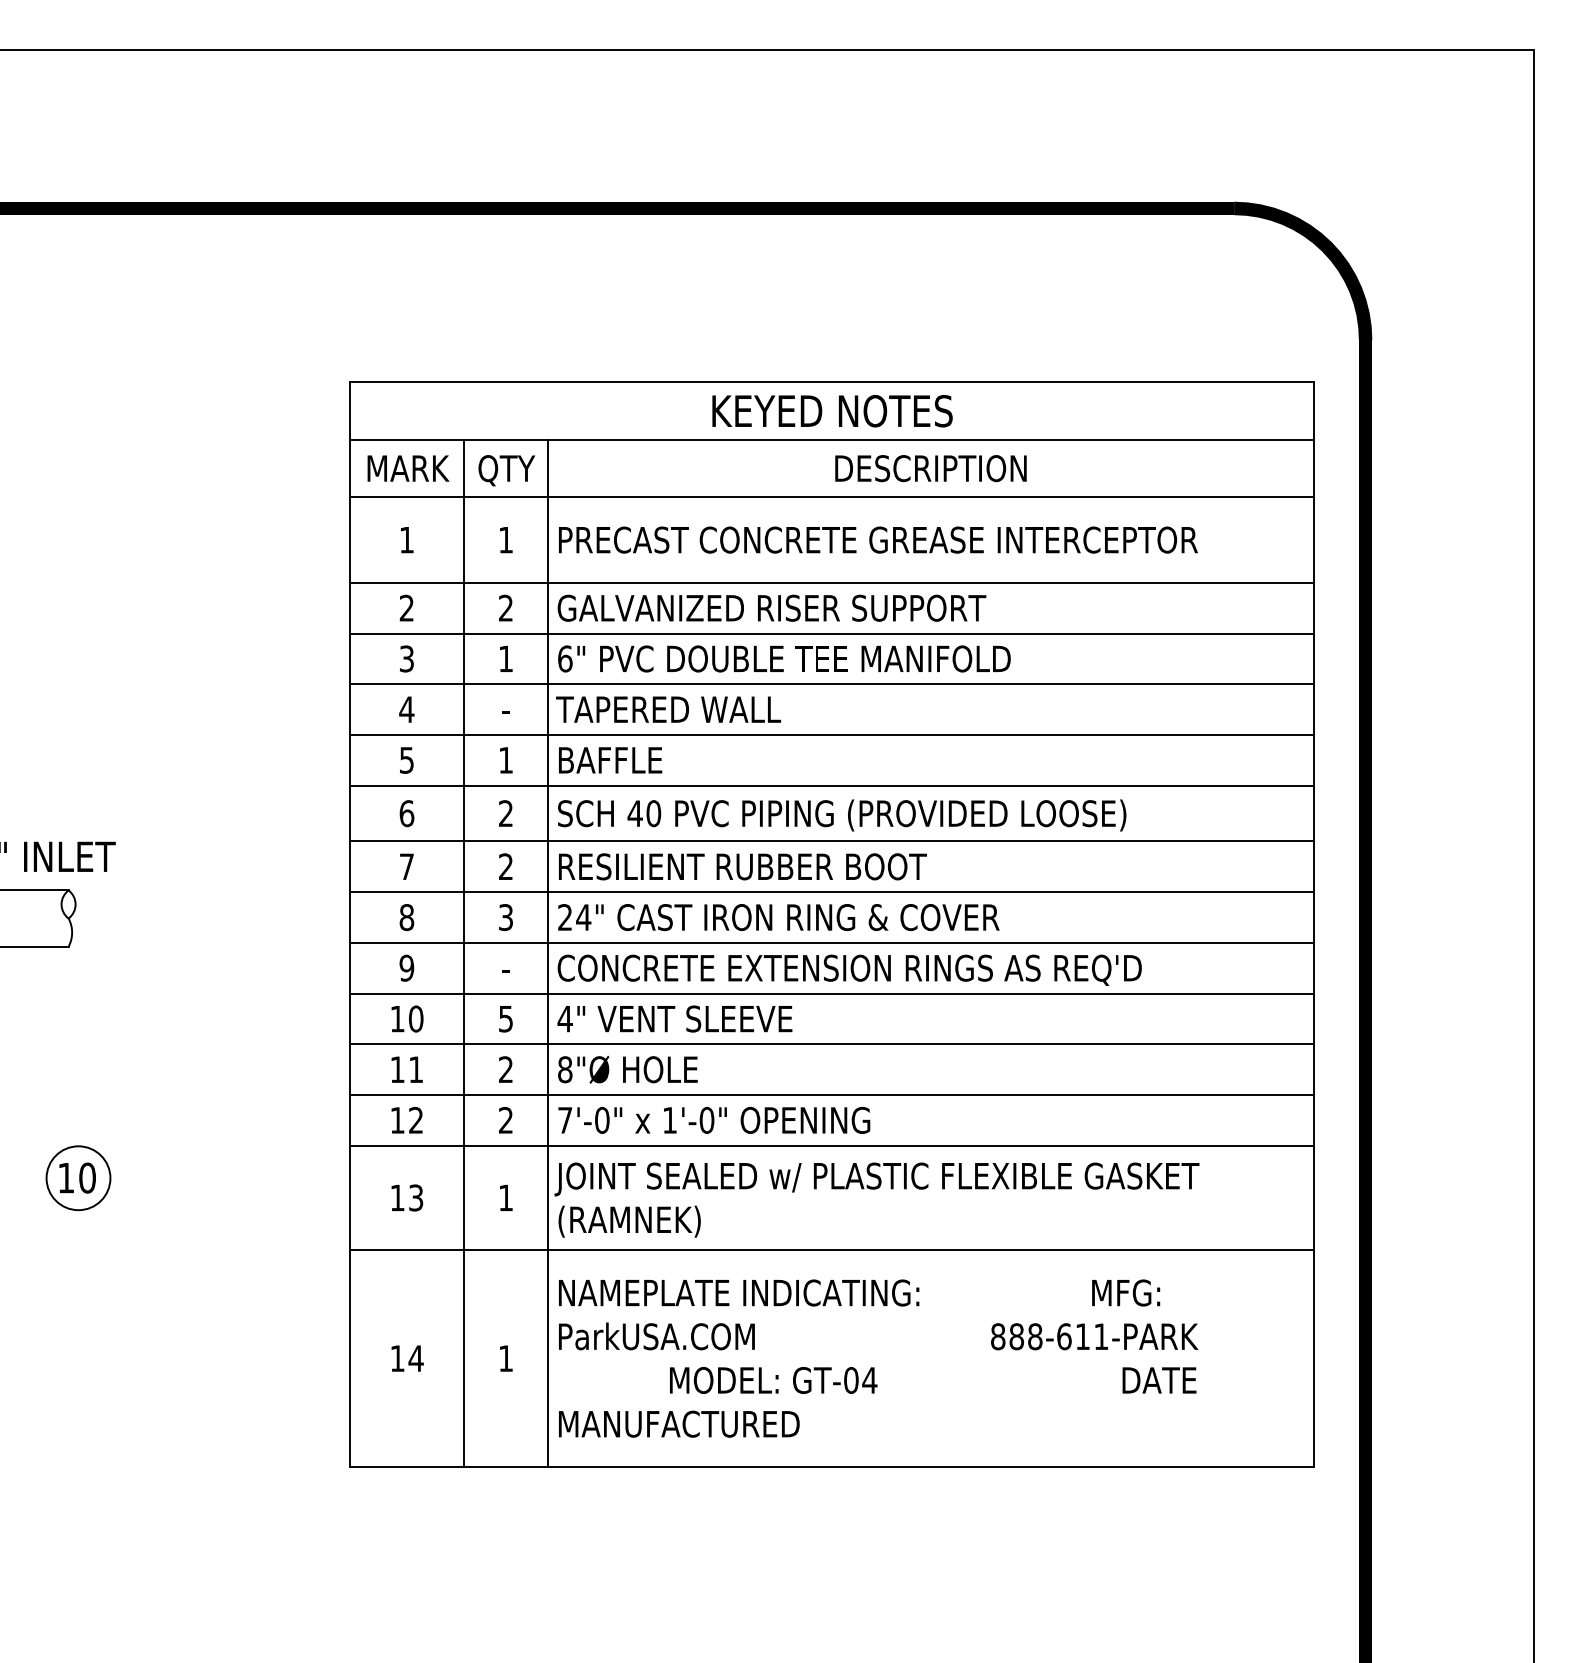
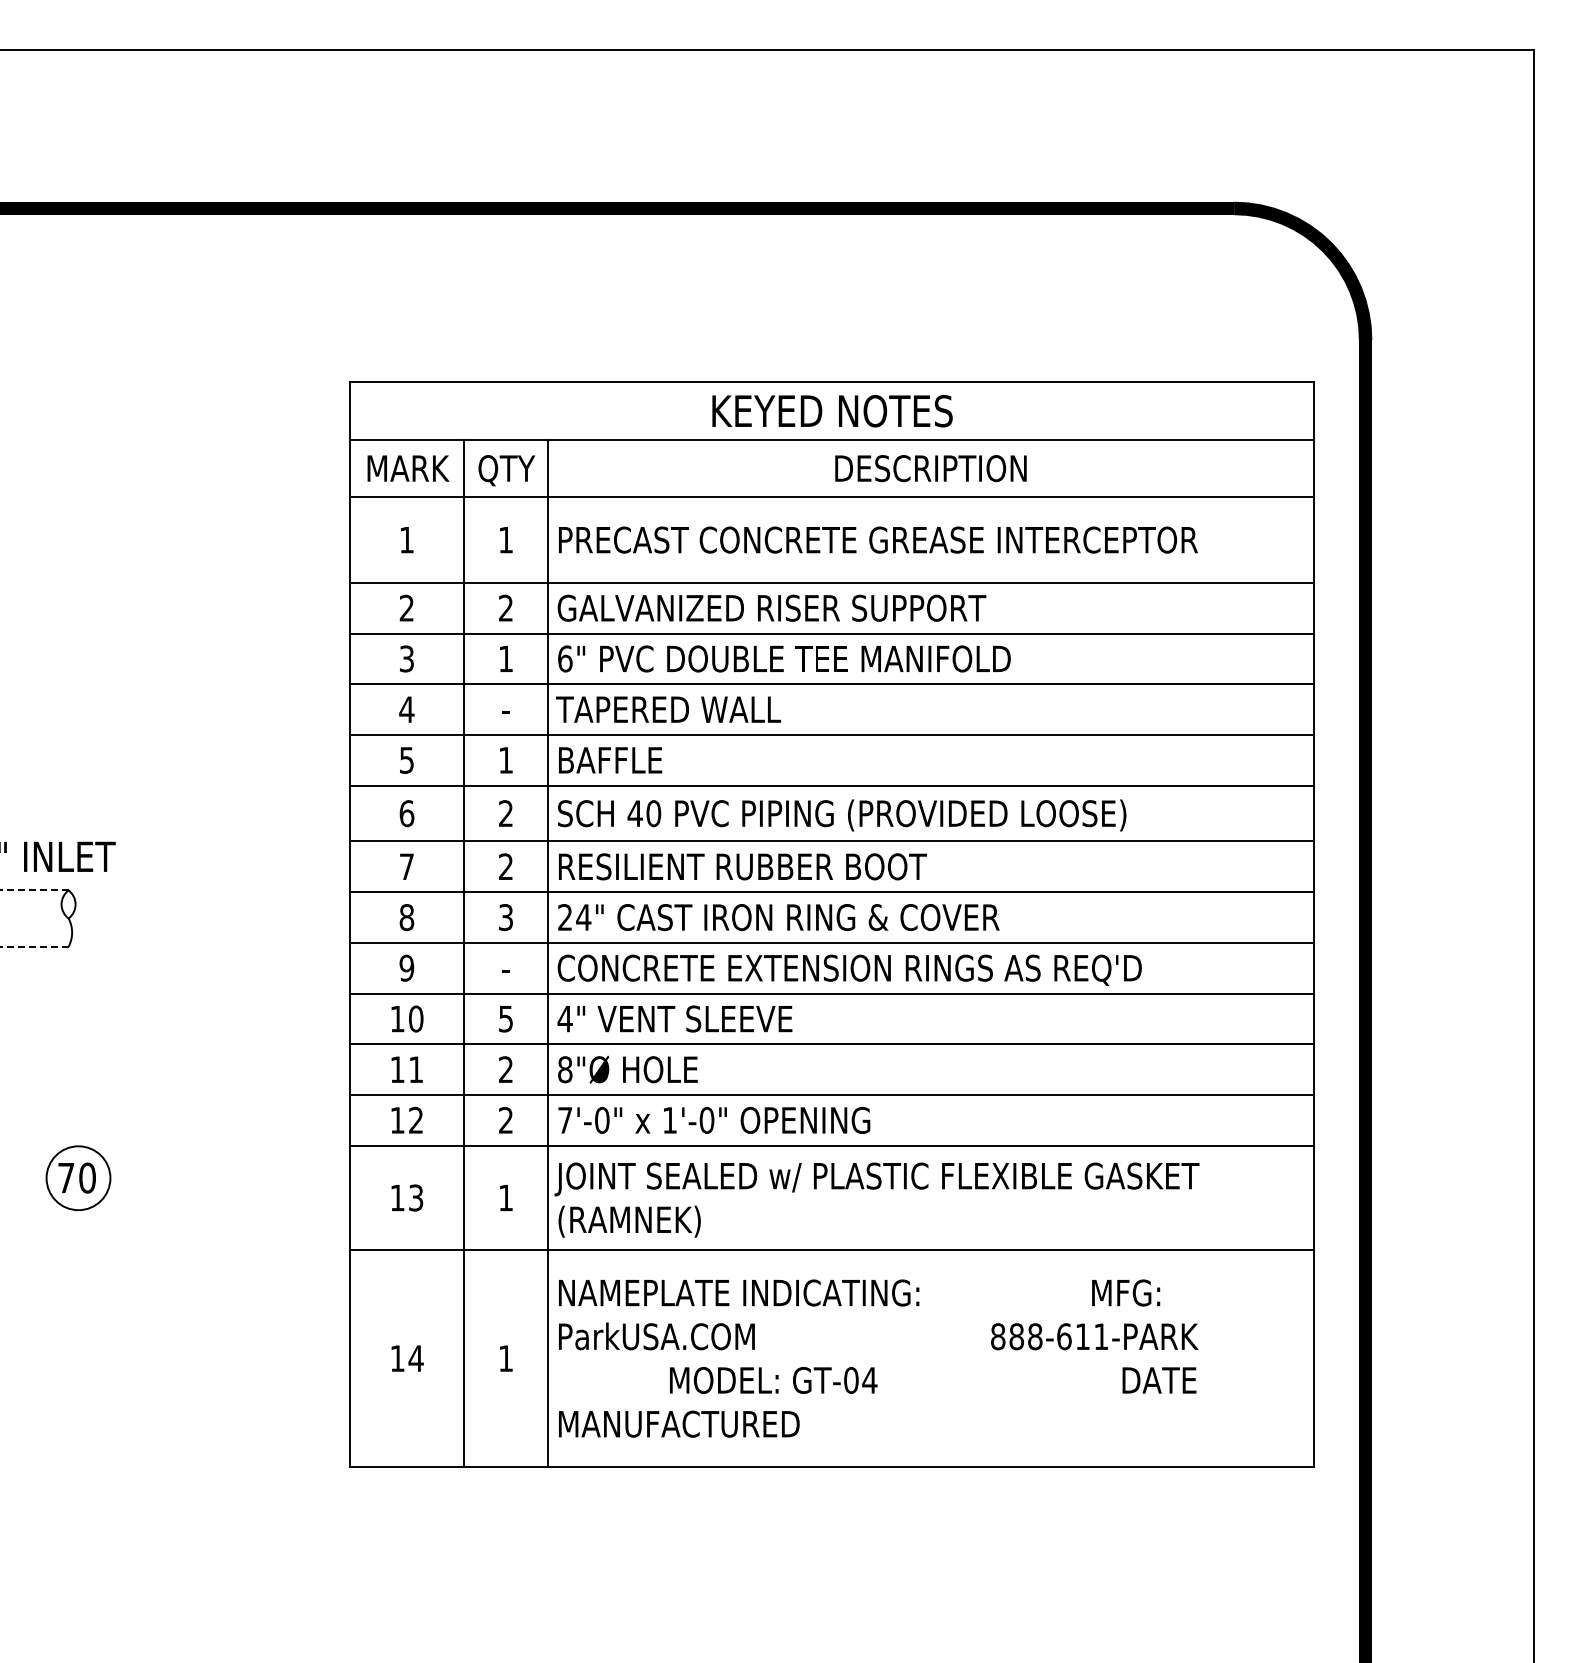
line at (34, 890): solid -> dashed
line at (34, 946): solid -> dashed
text at (66, 1178): 10 -> 70
